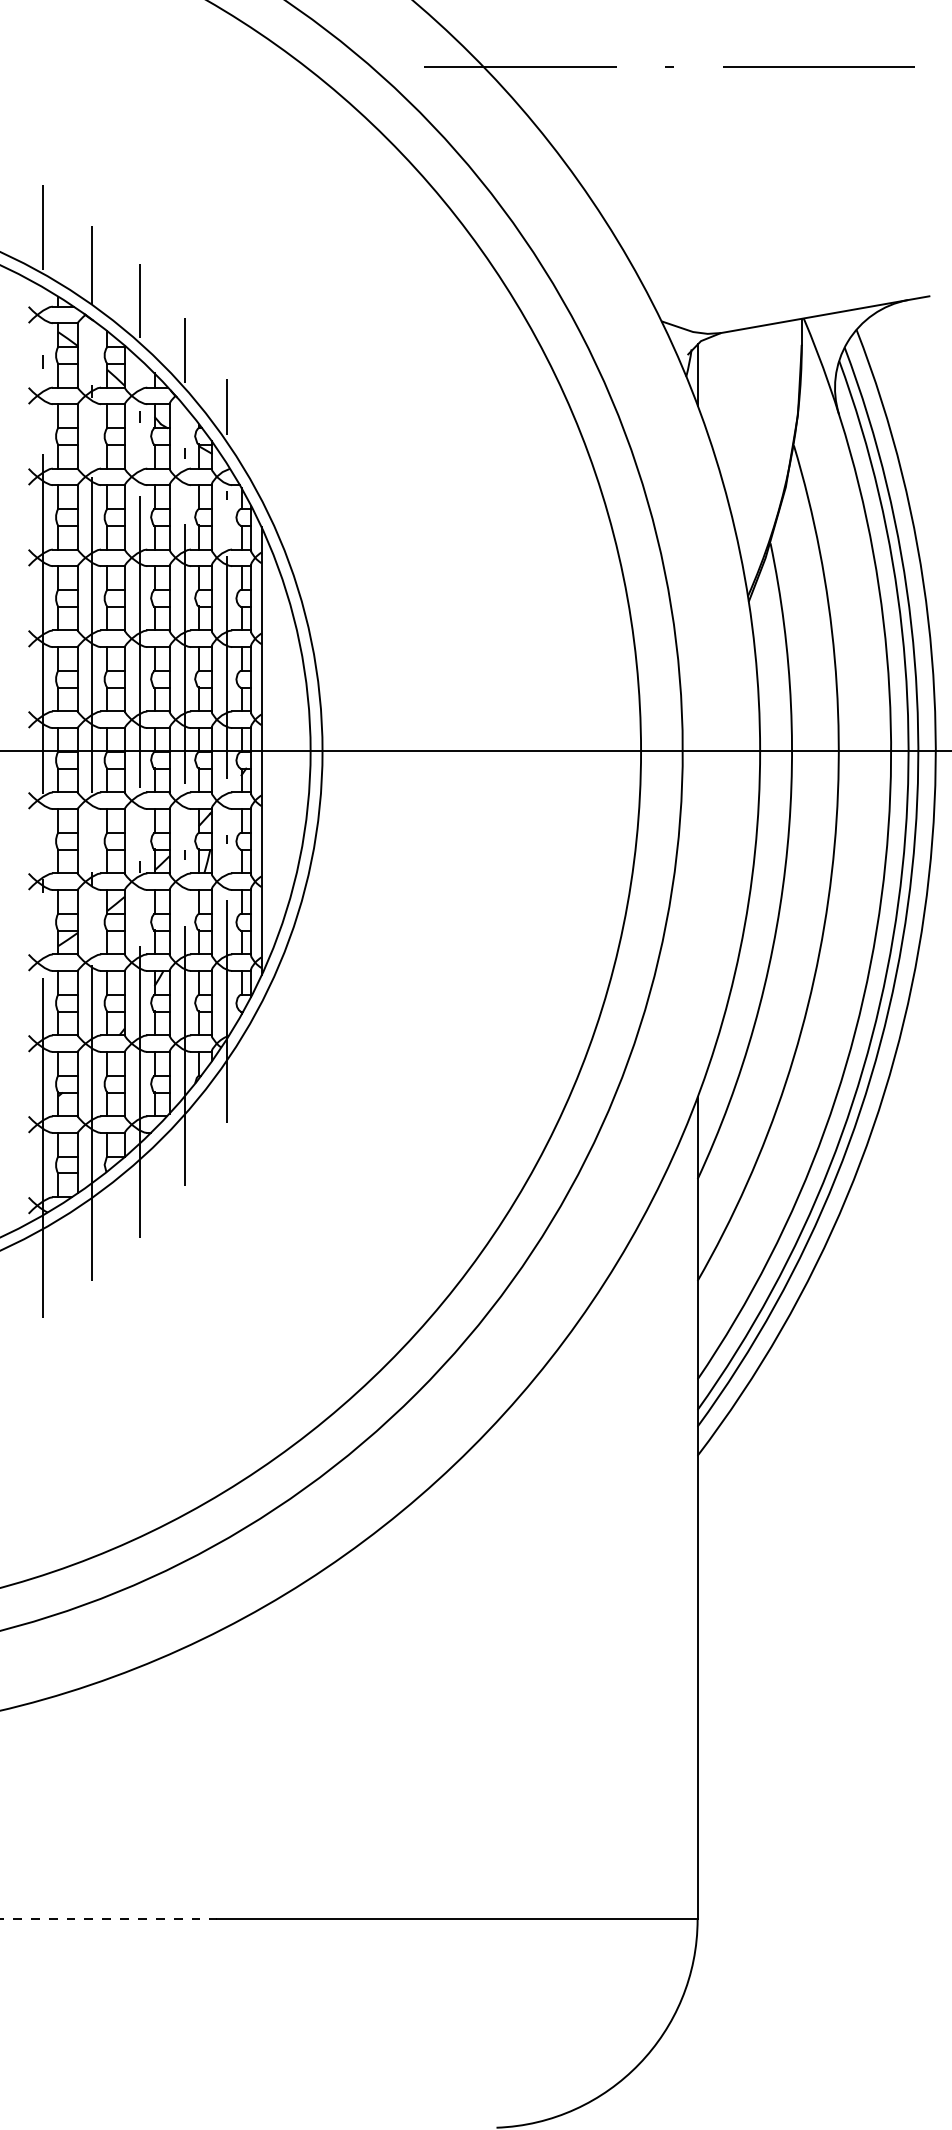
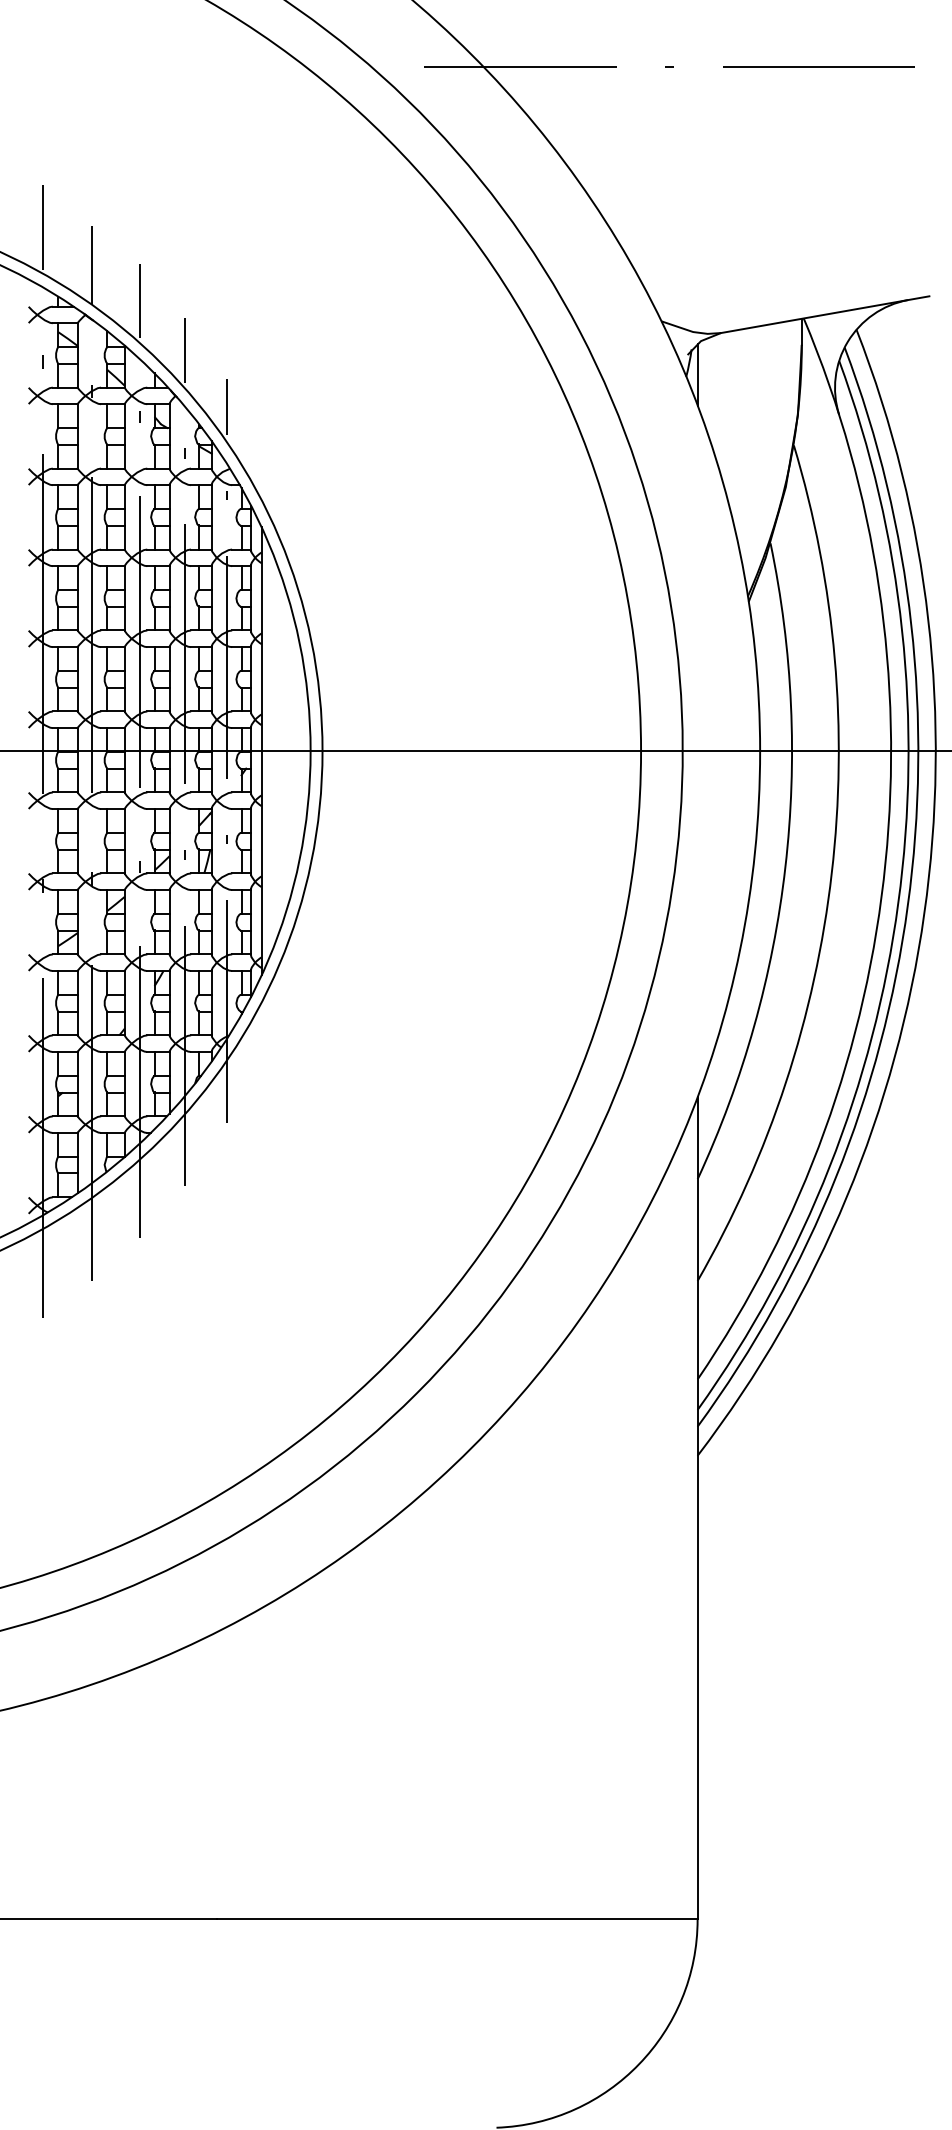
line at (109, 1919): dashed -> solid
